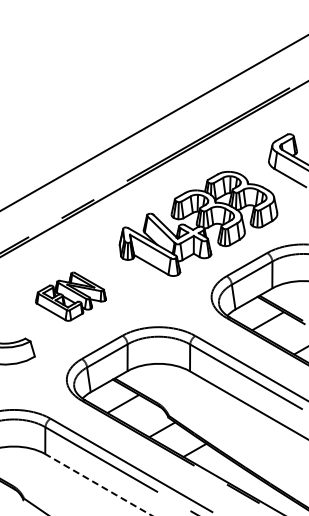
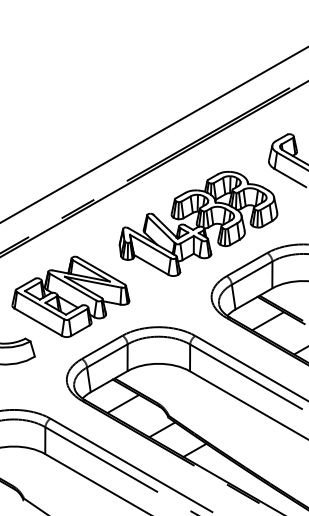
line at (153, 122) position: (153, 122) -> (153, 134)
part at (70, 296) size: 72x51 px -> 120x83 px
line at (98, 485): dashed -> solid
